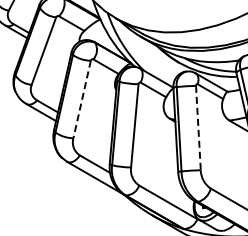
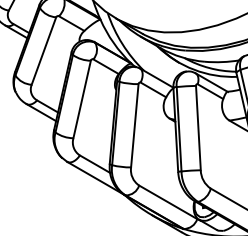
line at (82, 99): dashed -> solid
line at (198, 128): dashed -> solid
